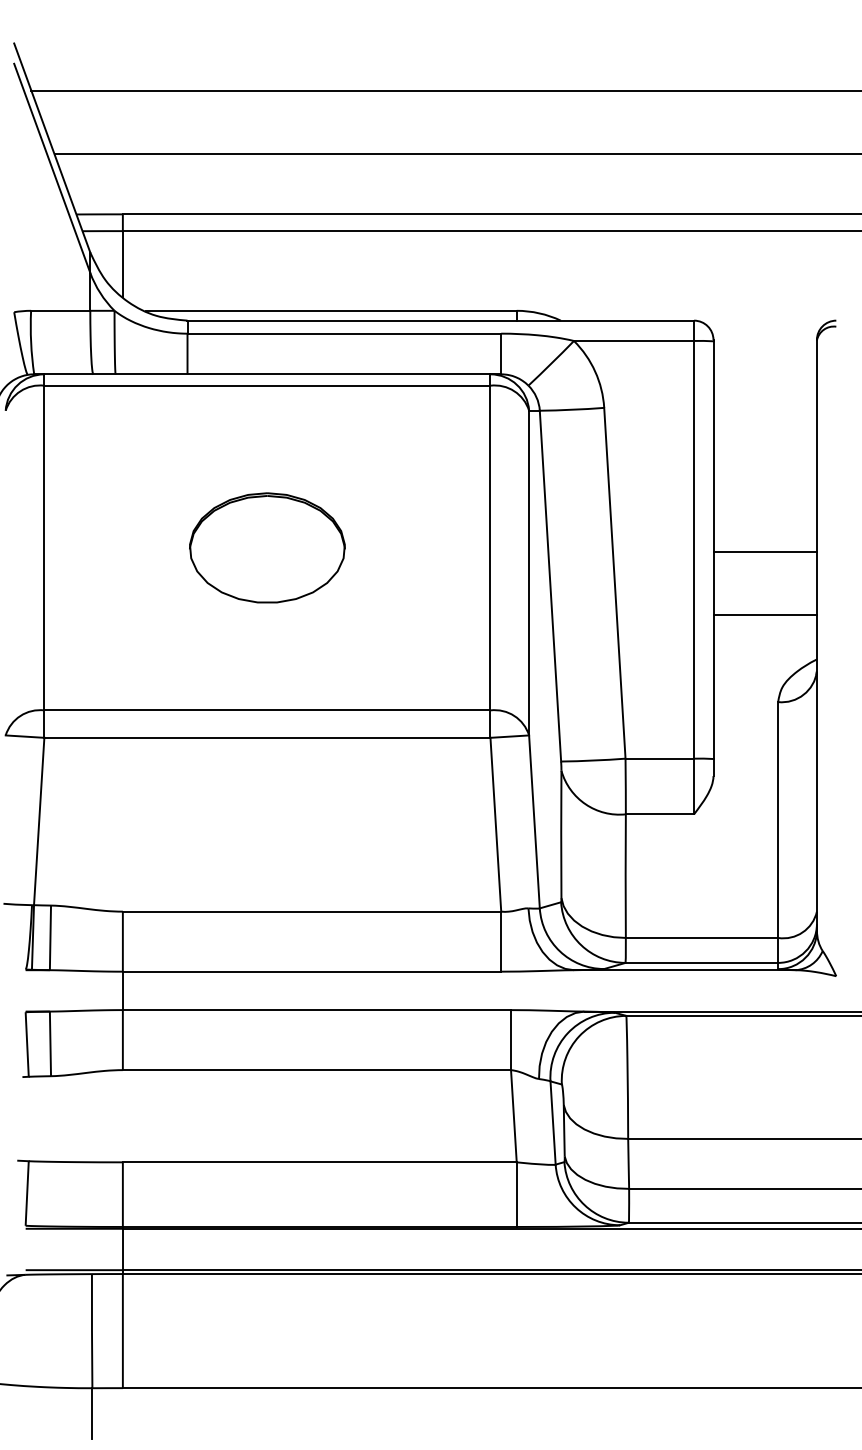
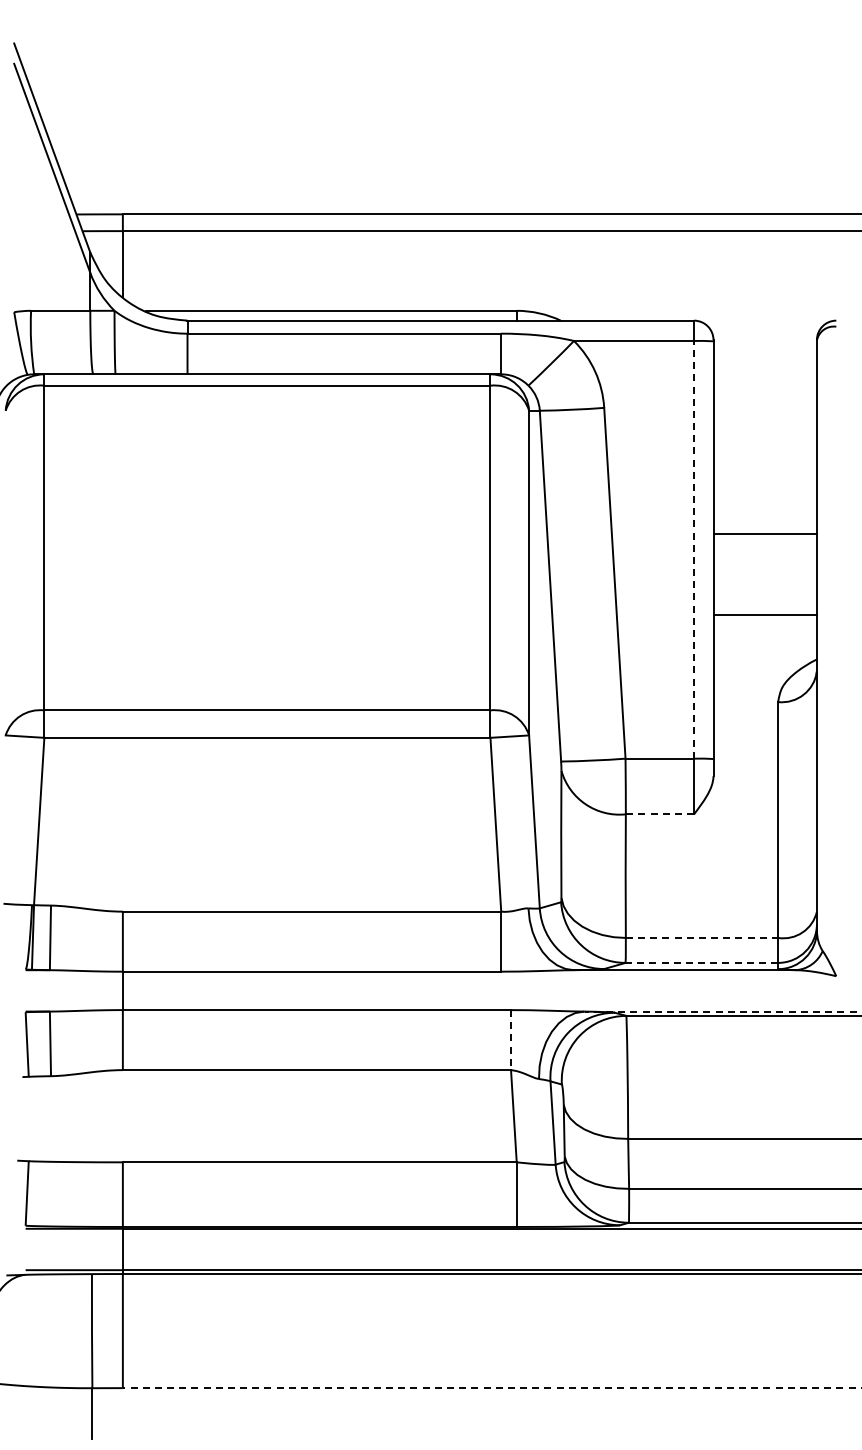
line at (444, 90): present -> none
line at (456, 154): present -> none
part at (267, 547): present -> none
line at (694, 549): solid -> dashed
line at (764, 552) position: (764, 552) -> (764, 534)
line at (659, 814): solid -> dashed
line at (702, 937): solid -> dashed
line at (701, 962): solid -> dashed
line at (722, 1011): solid -> dashed
line at (511, 1040): solid -> dashed
line at (491, 1388): solid -> dashed
